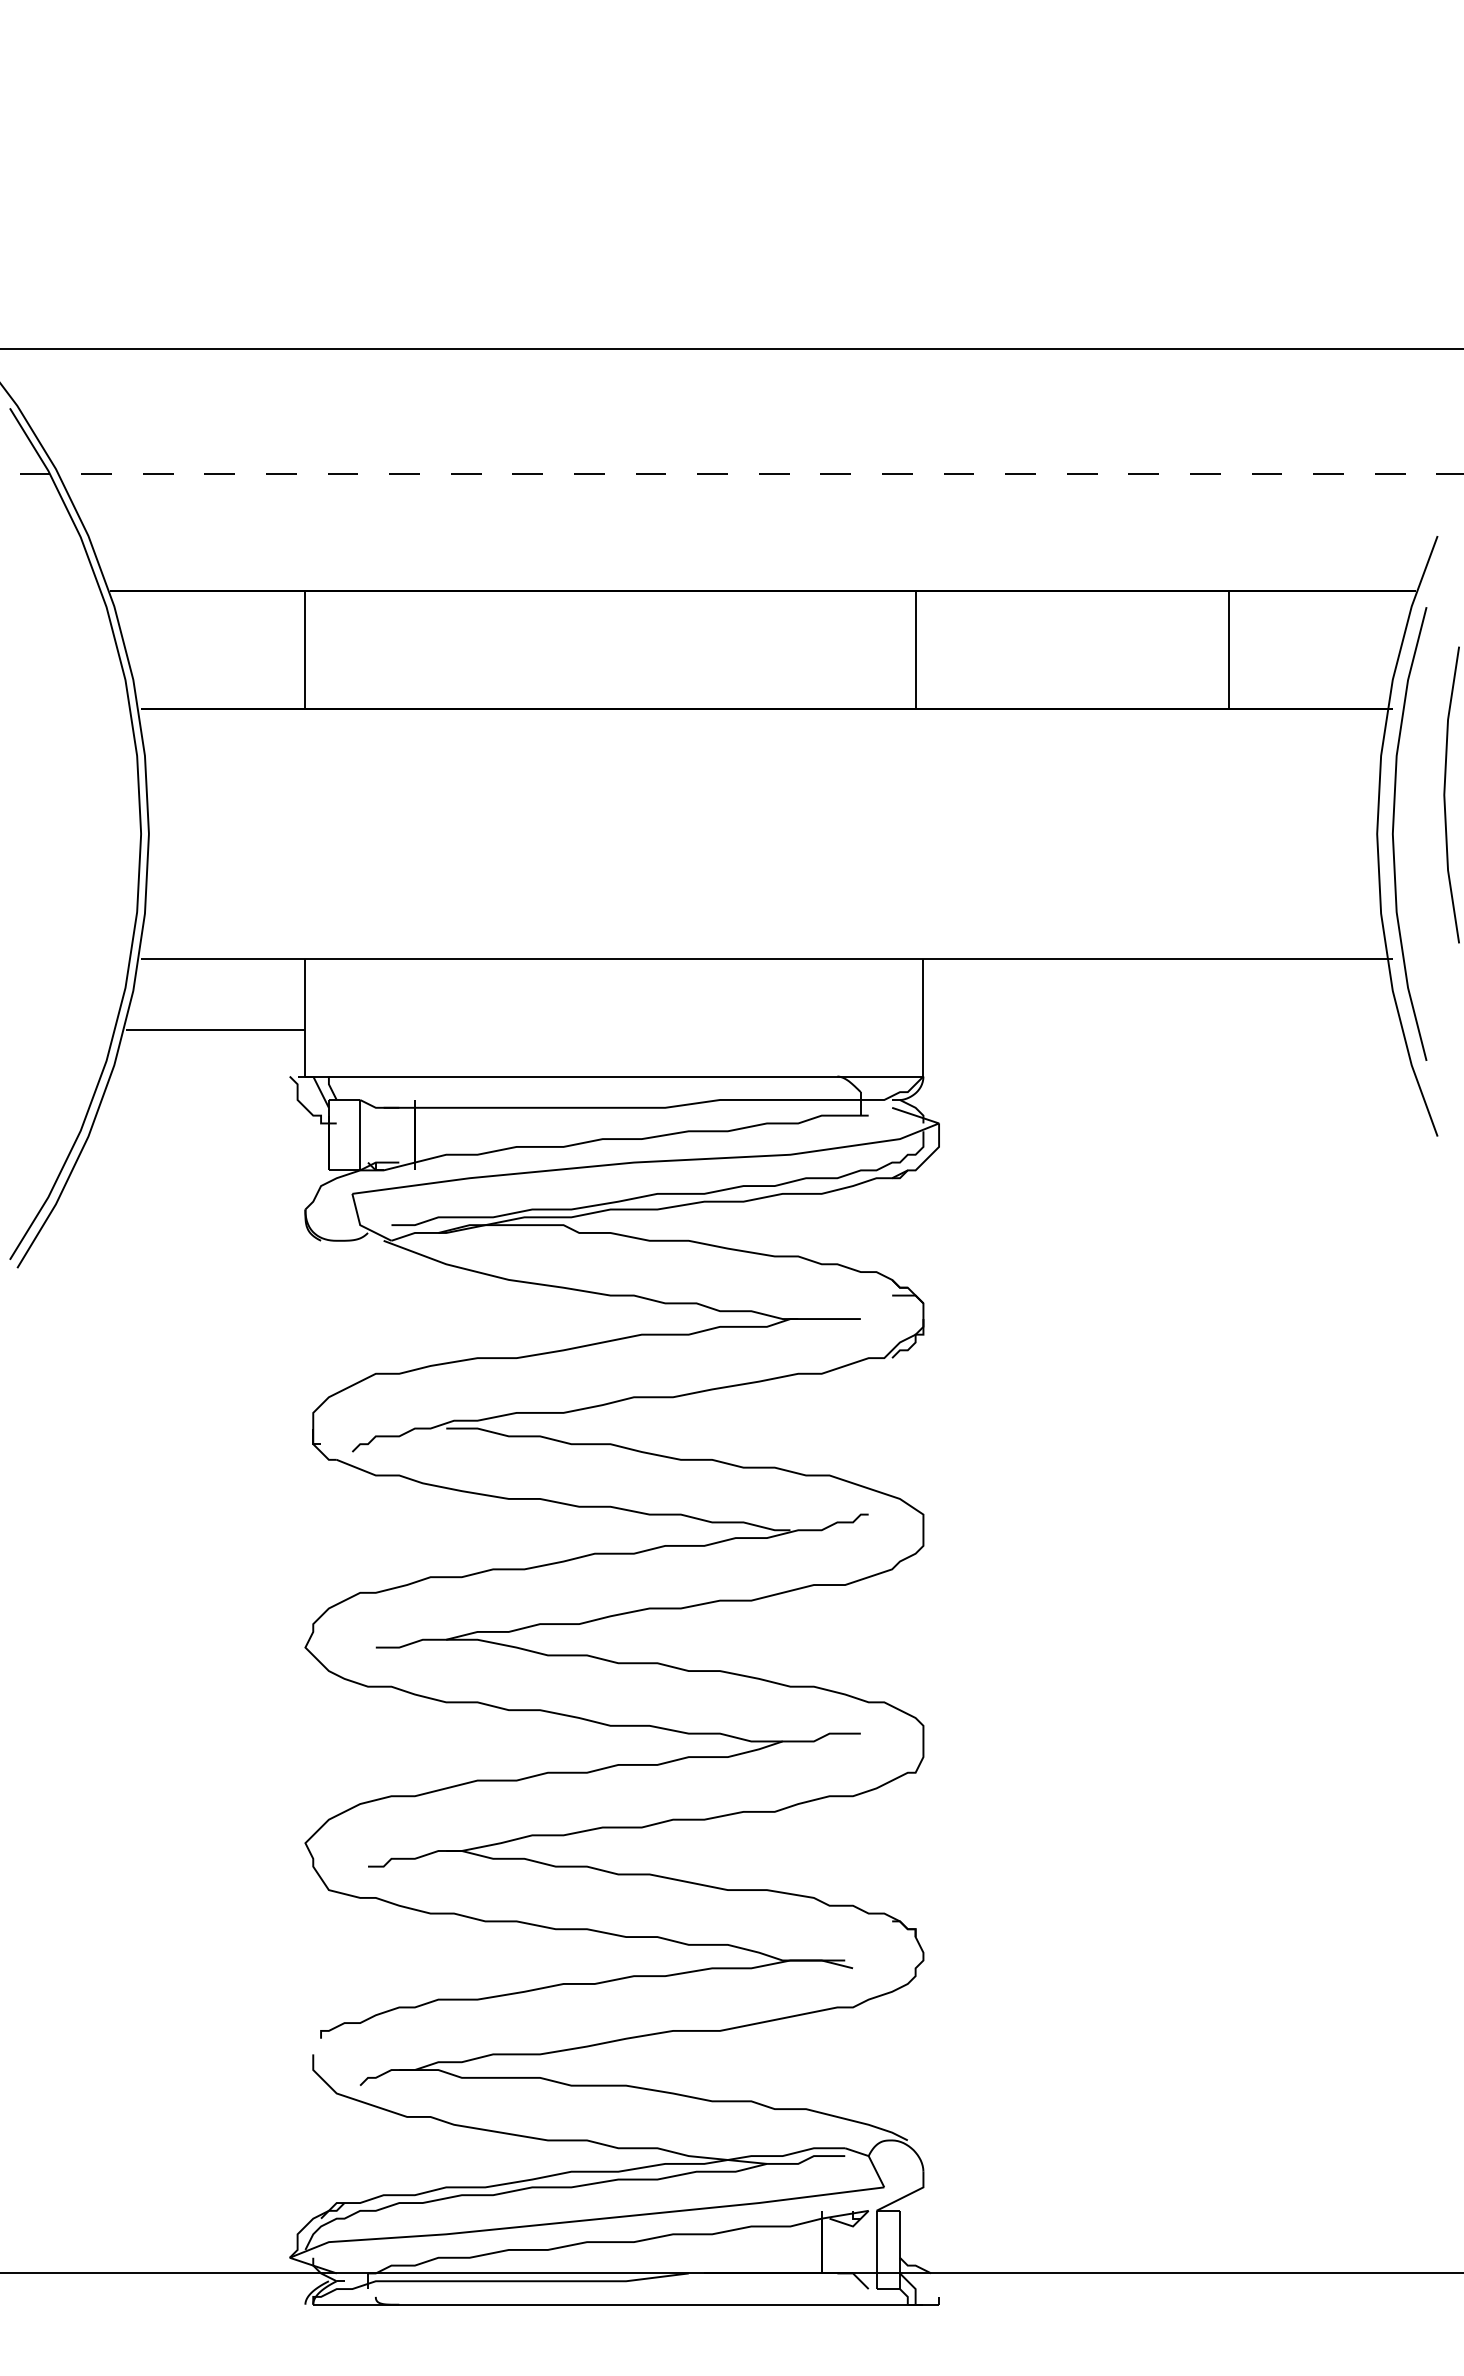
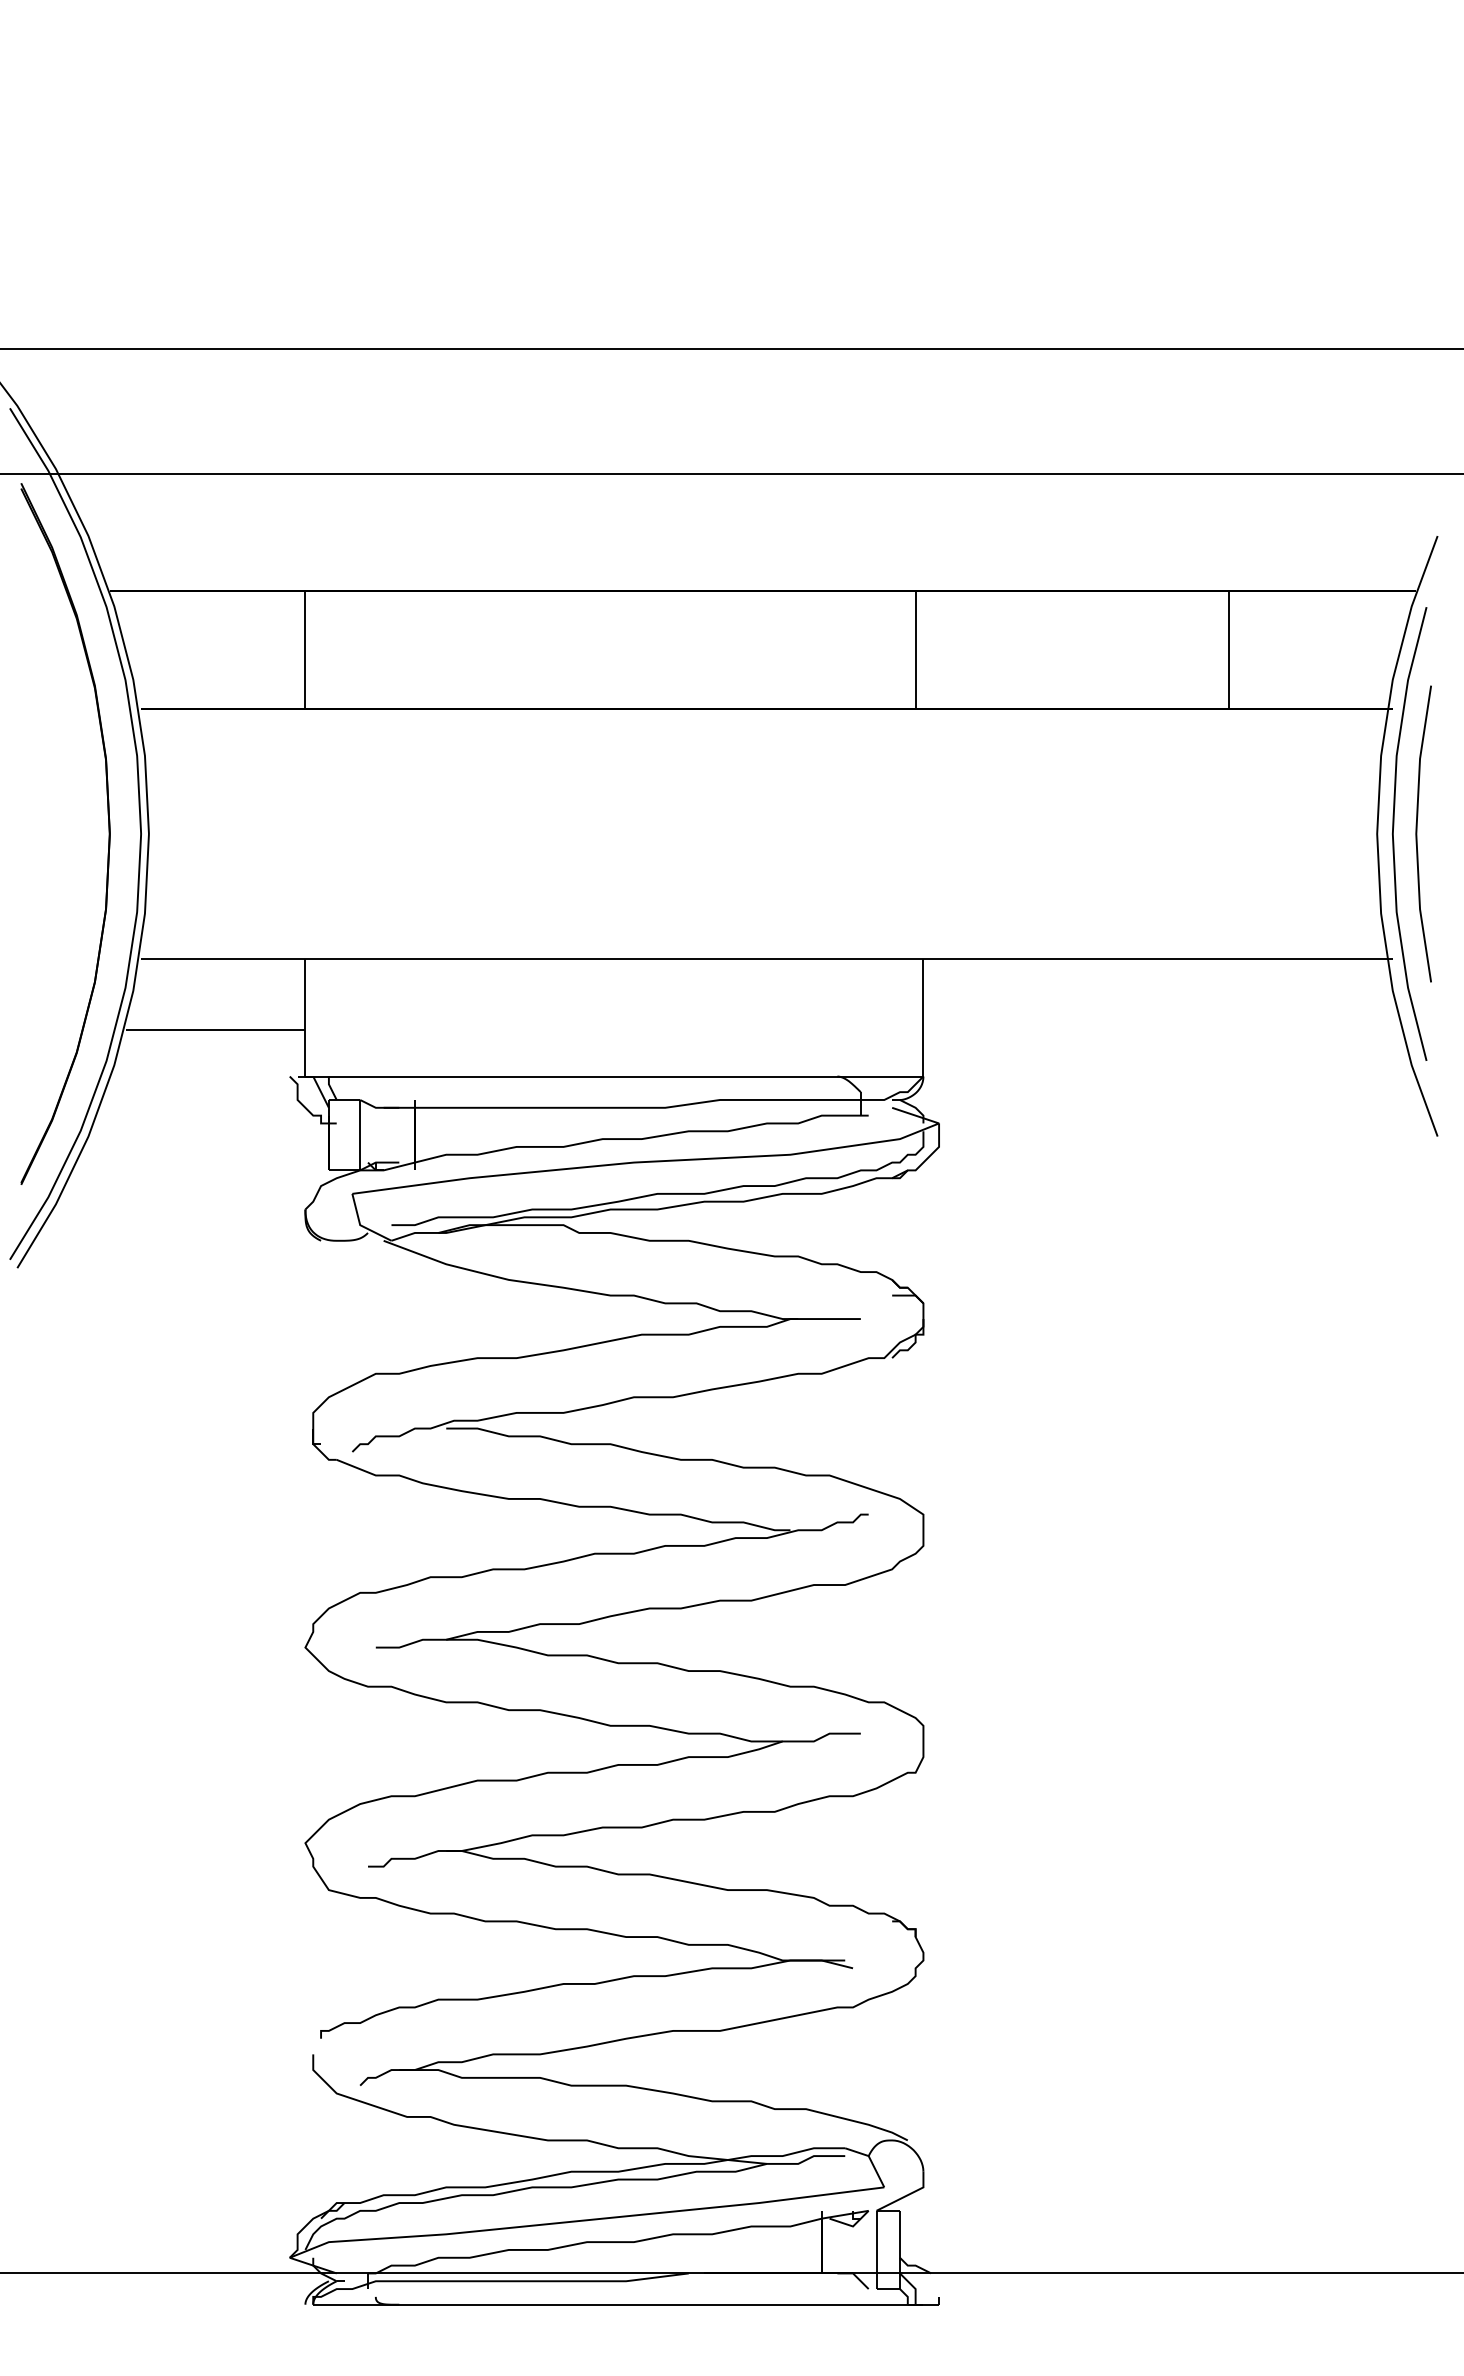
line at (732, 474): dashed -> solid
curve at (1445, 794) position: (1445, 794) -> (1417, 833)
part at (108, 833): none -> present
